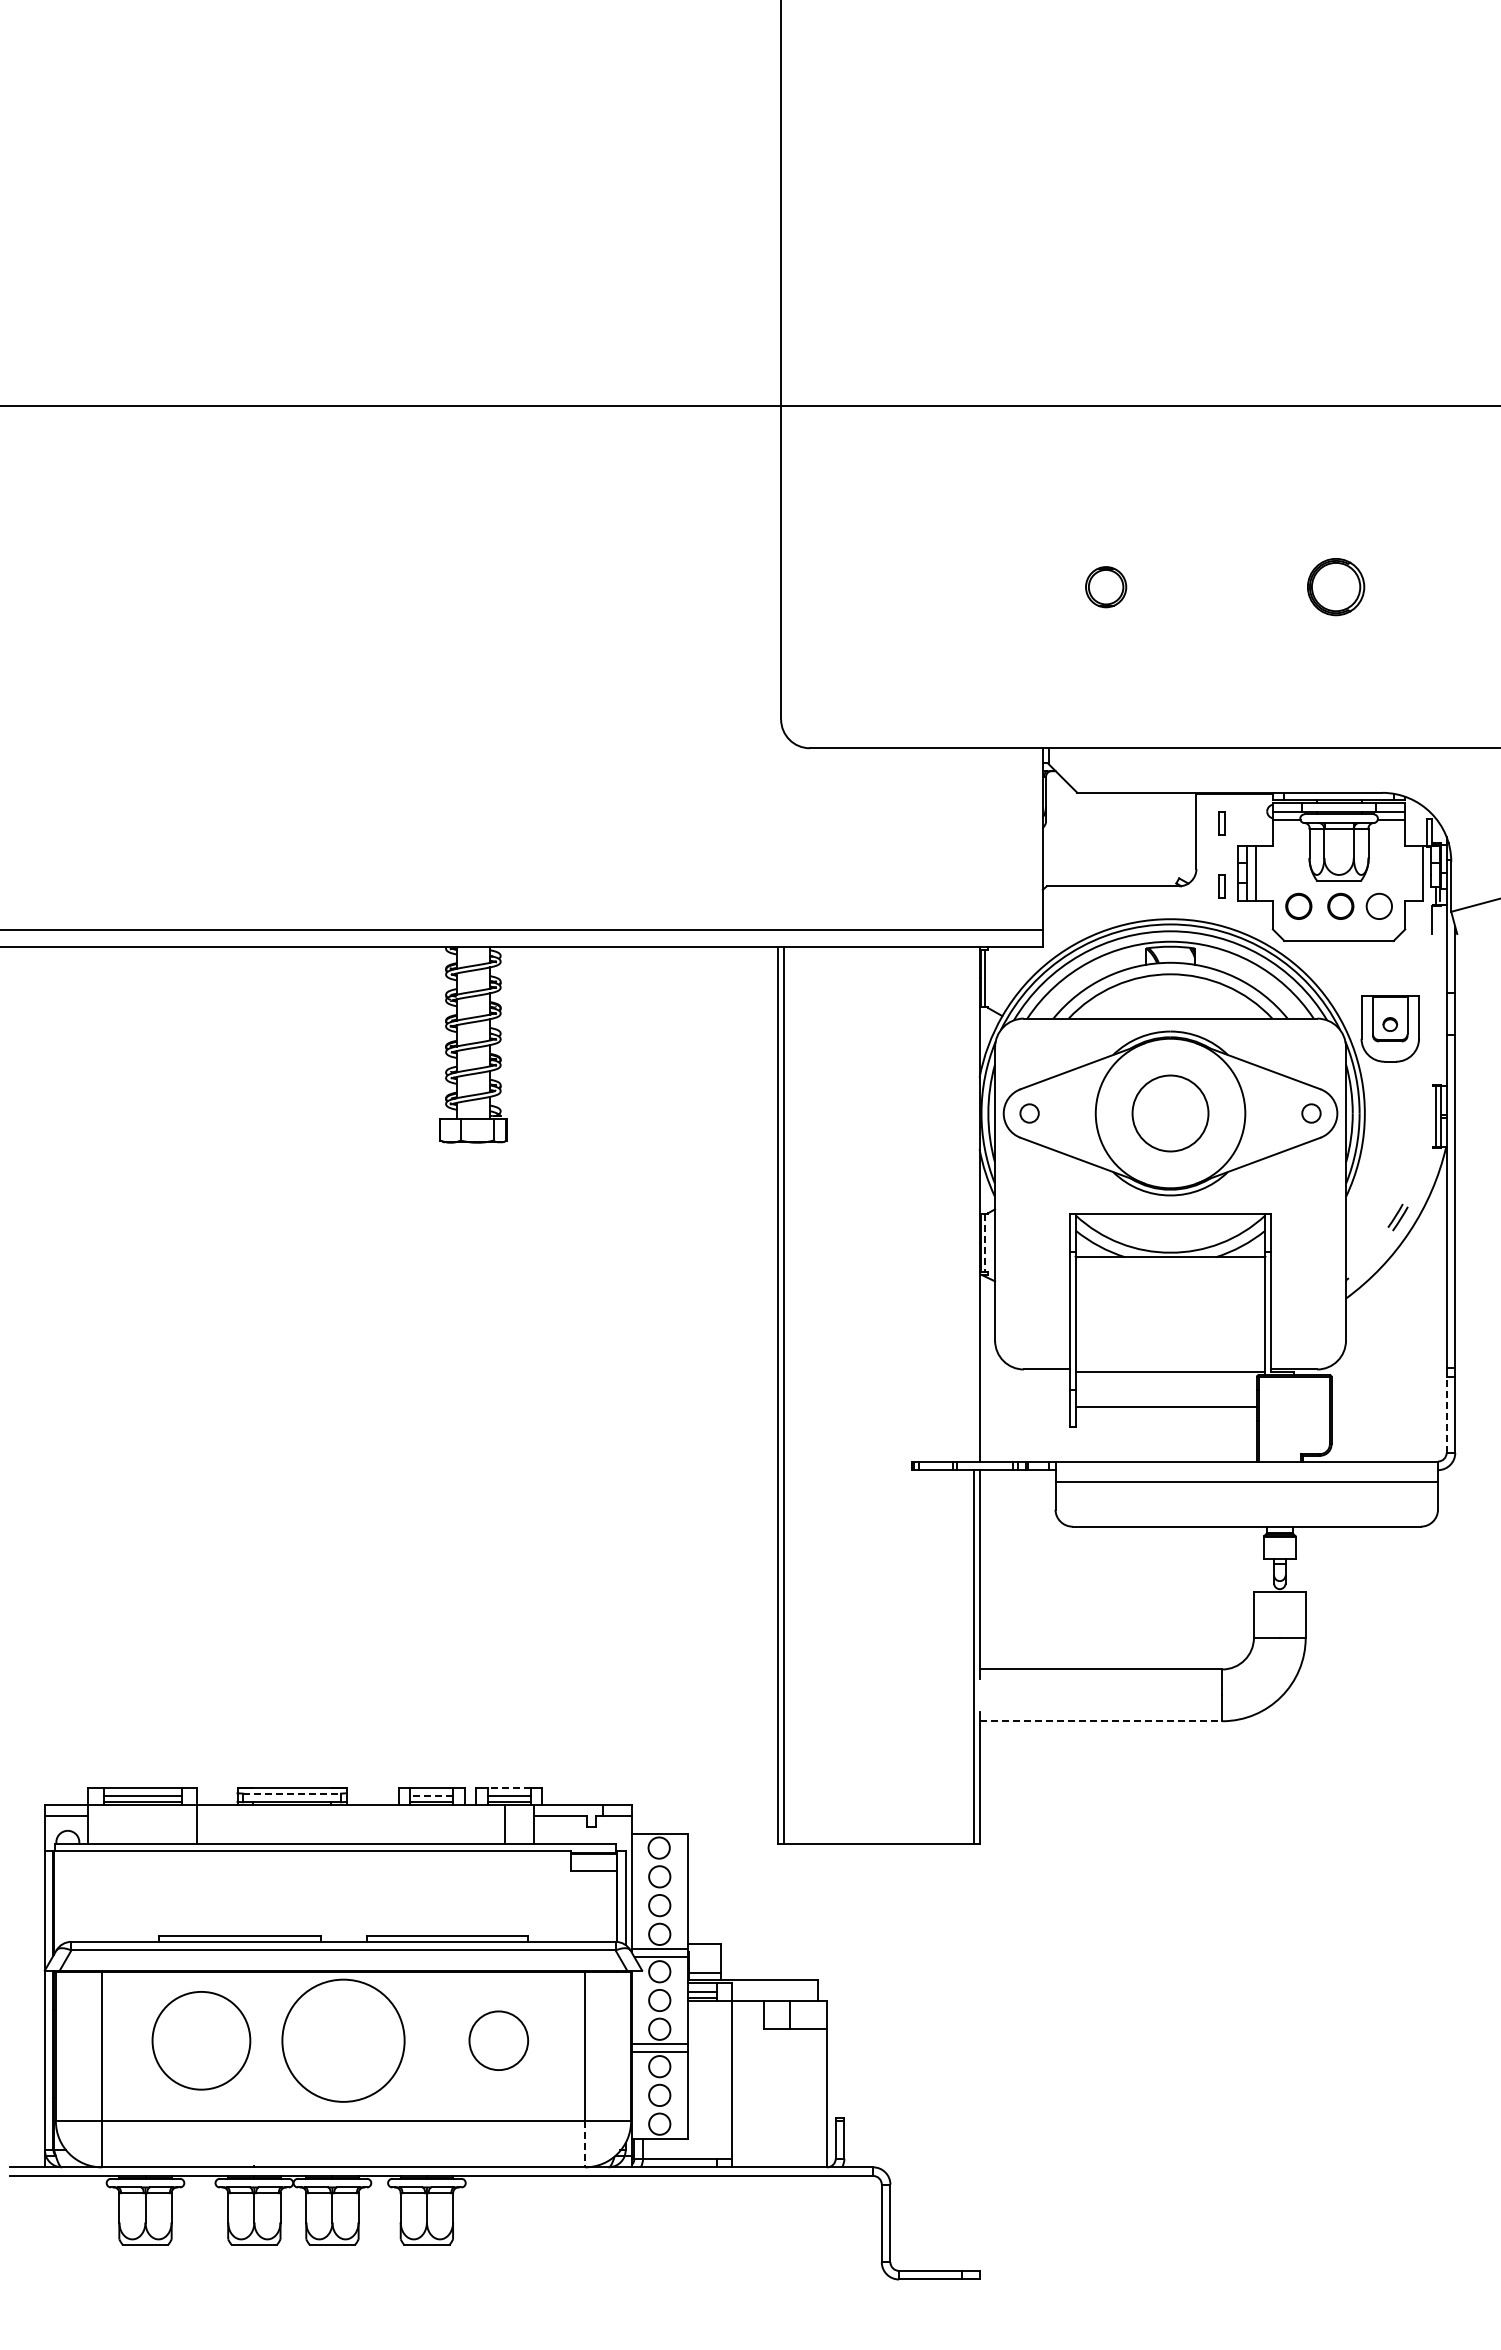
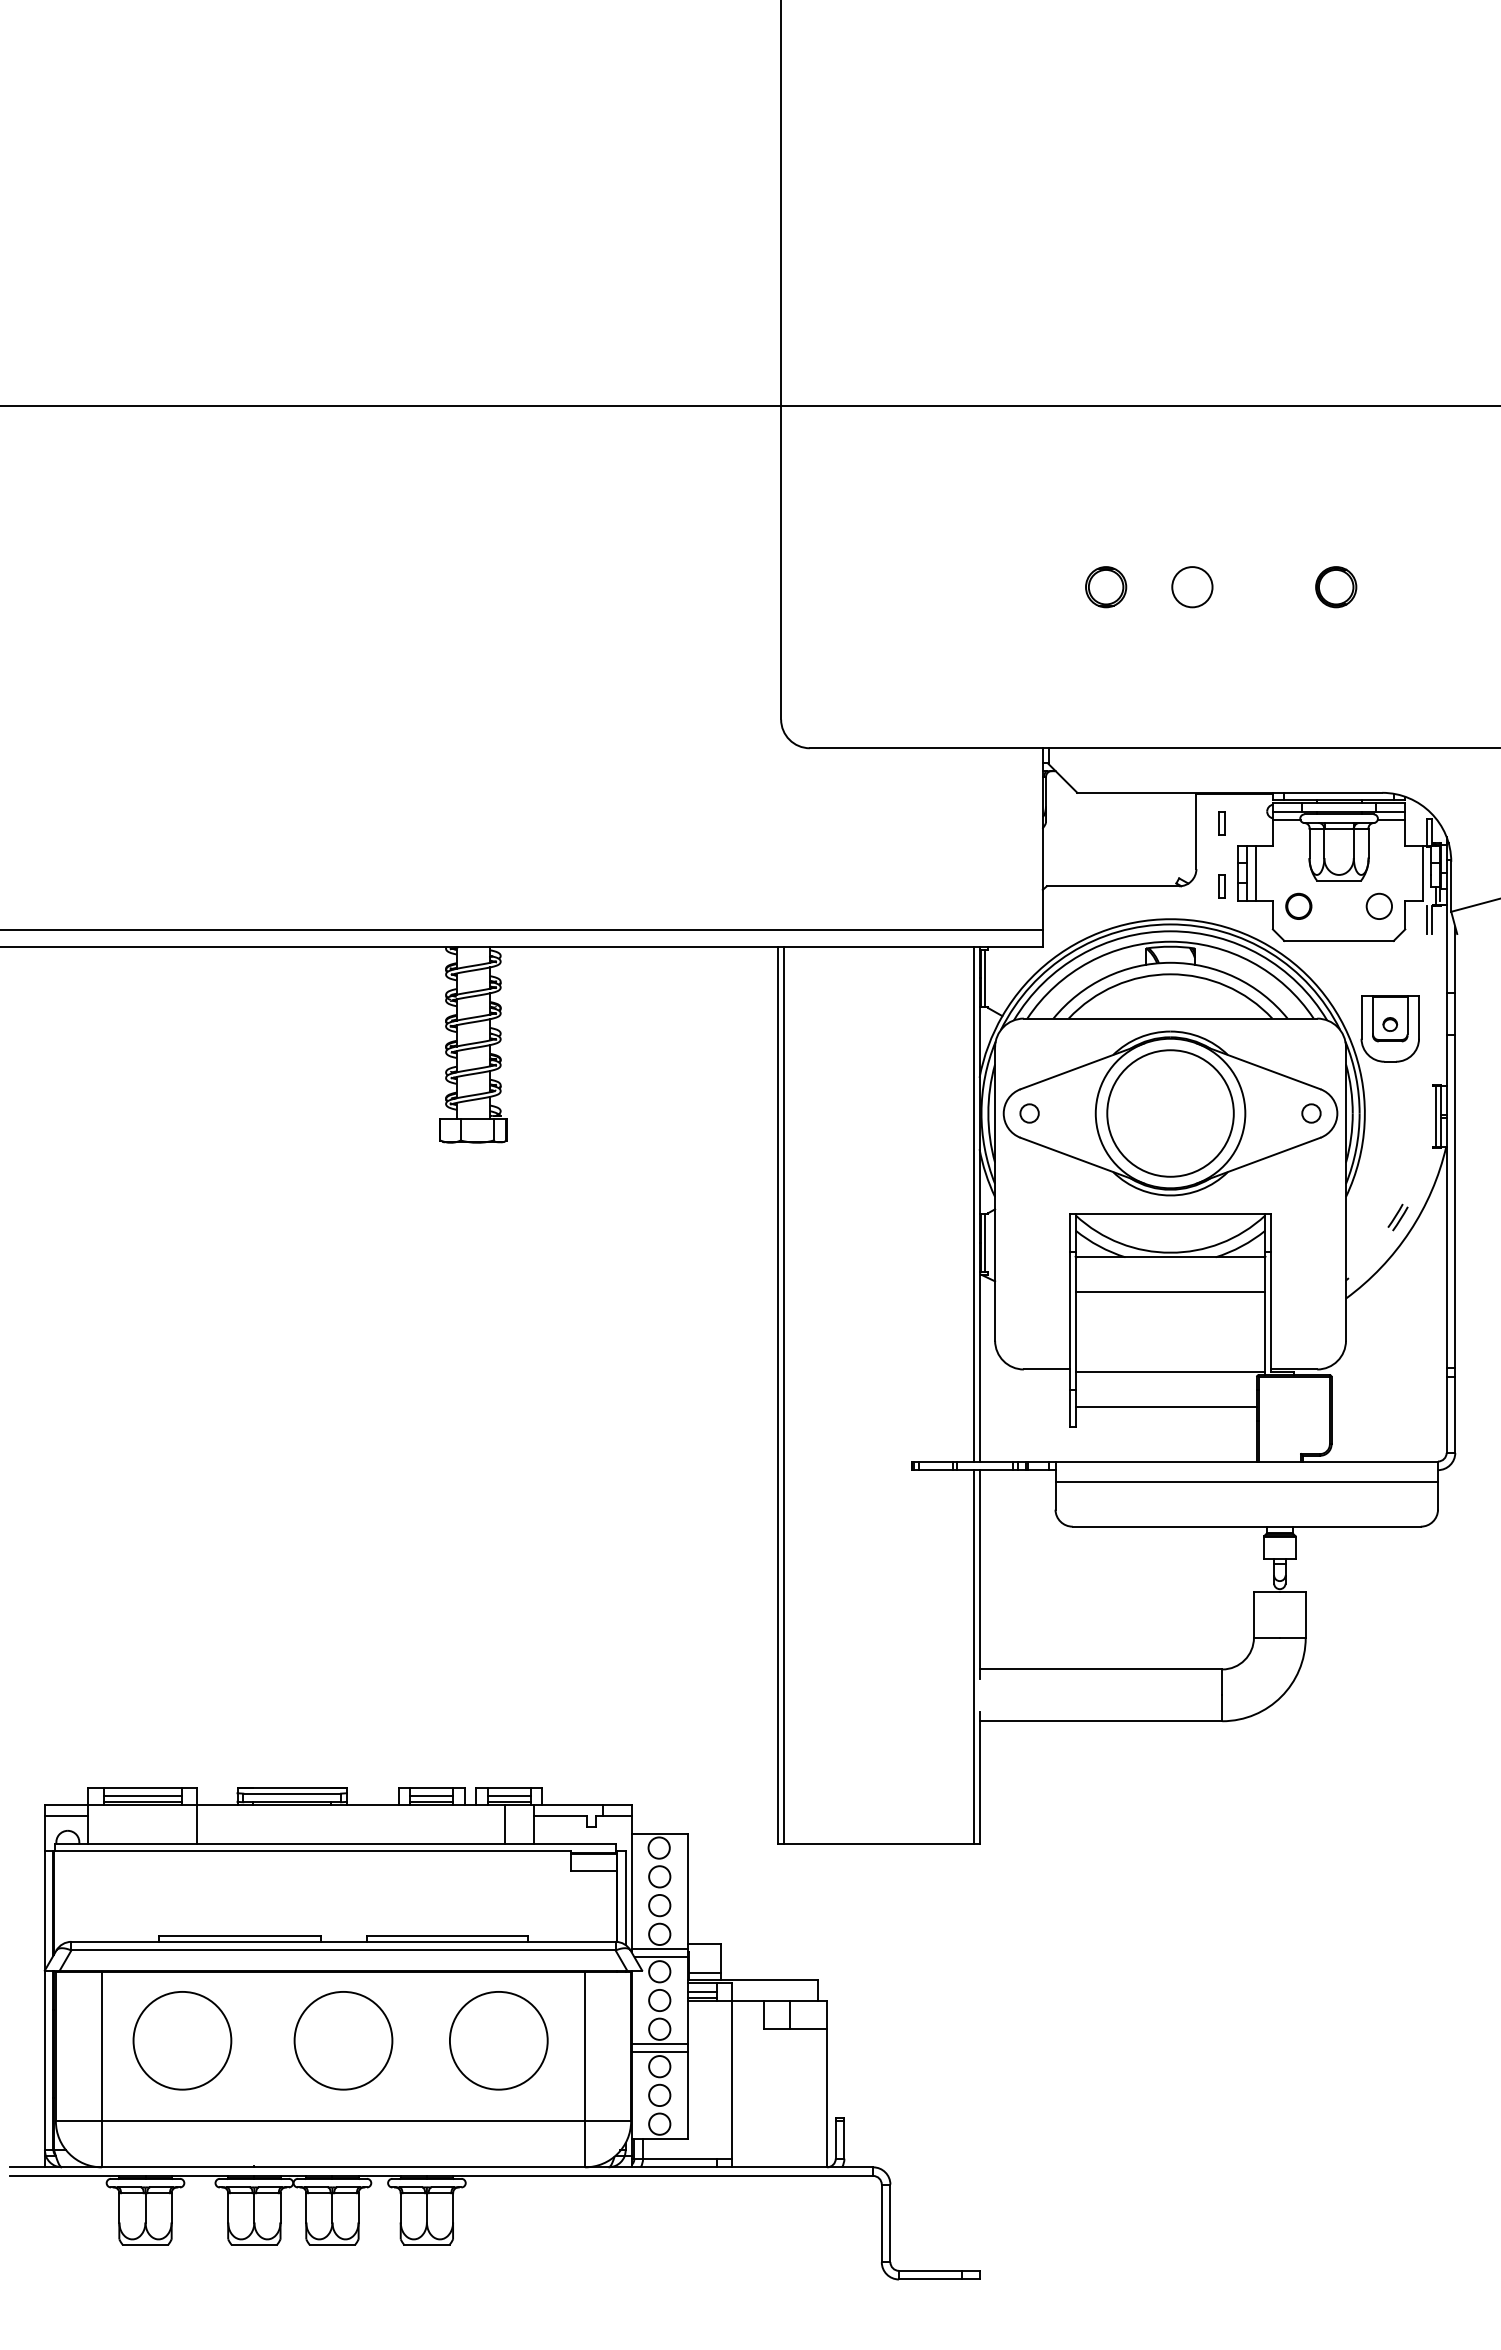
circle at (1192, 587): none -> present
part at (1336, 587) size: 59x59 px -> 43x43 px
circle at (1340, 905): present -> none
line at (1426, 919): none -> present
circle at (1170, 1113) size: 79x79 px -> 129x129 px
line at (973, 1204): none -> present
line at (985, 1242): dashed -> solid
line at (1170, 1291): none -> present
line at (1446, 1414): dashed -> solid
line at (1101, 1721): dashed -> solid
line at (509, 1787): dashed -> solid
line at (292, 1793): dashed -> solid
line at (431, 1796): dashed -> solid
circle at (201, 2040) position: (201, 2040) -> (182, 2040)
circle at (343, 2040) diameter: 122 px -> 98 px
circle at (498, 2040) diameter: 59 px -> 98 px
line at (585, 2144): dashed -> solid
